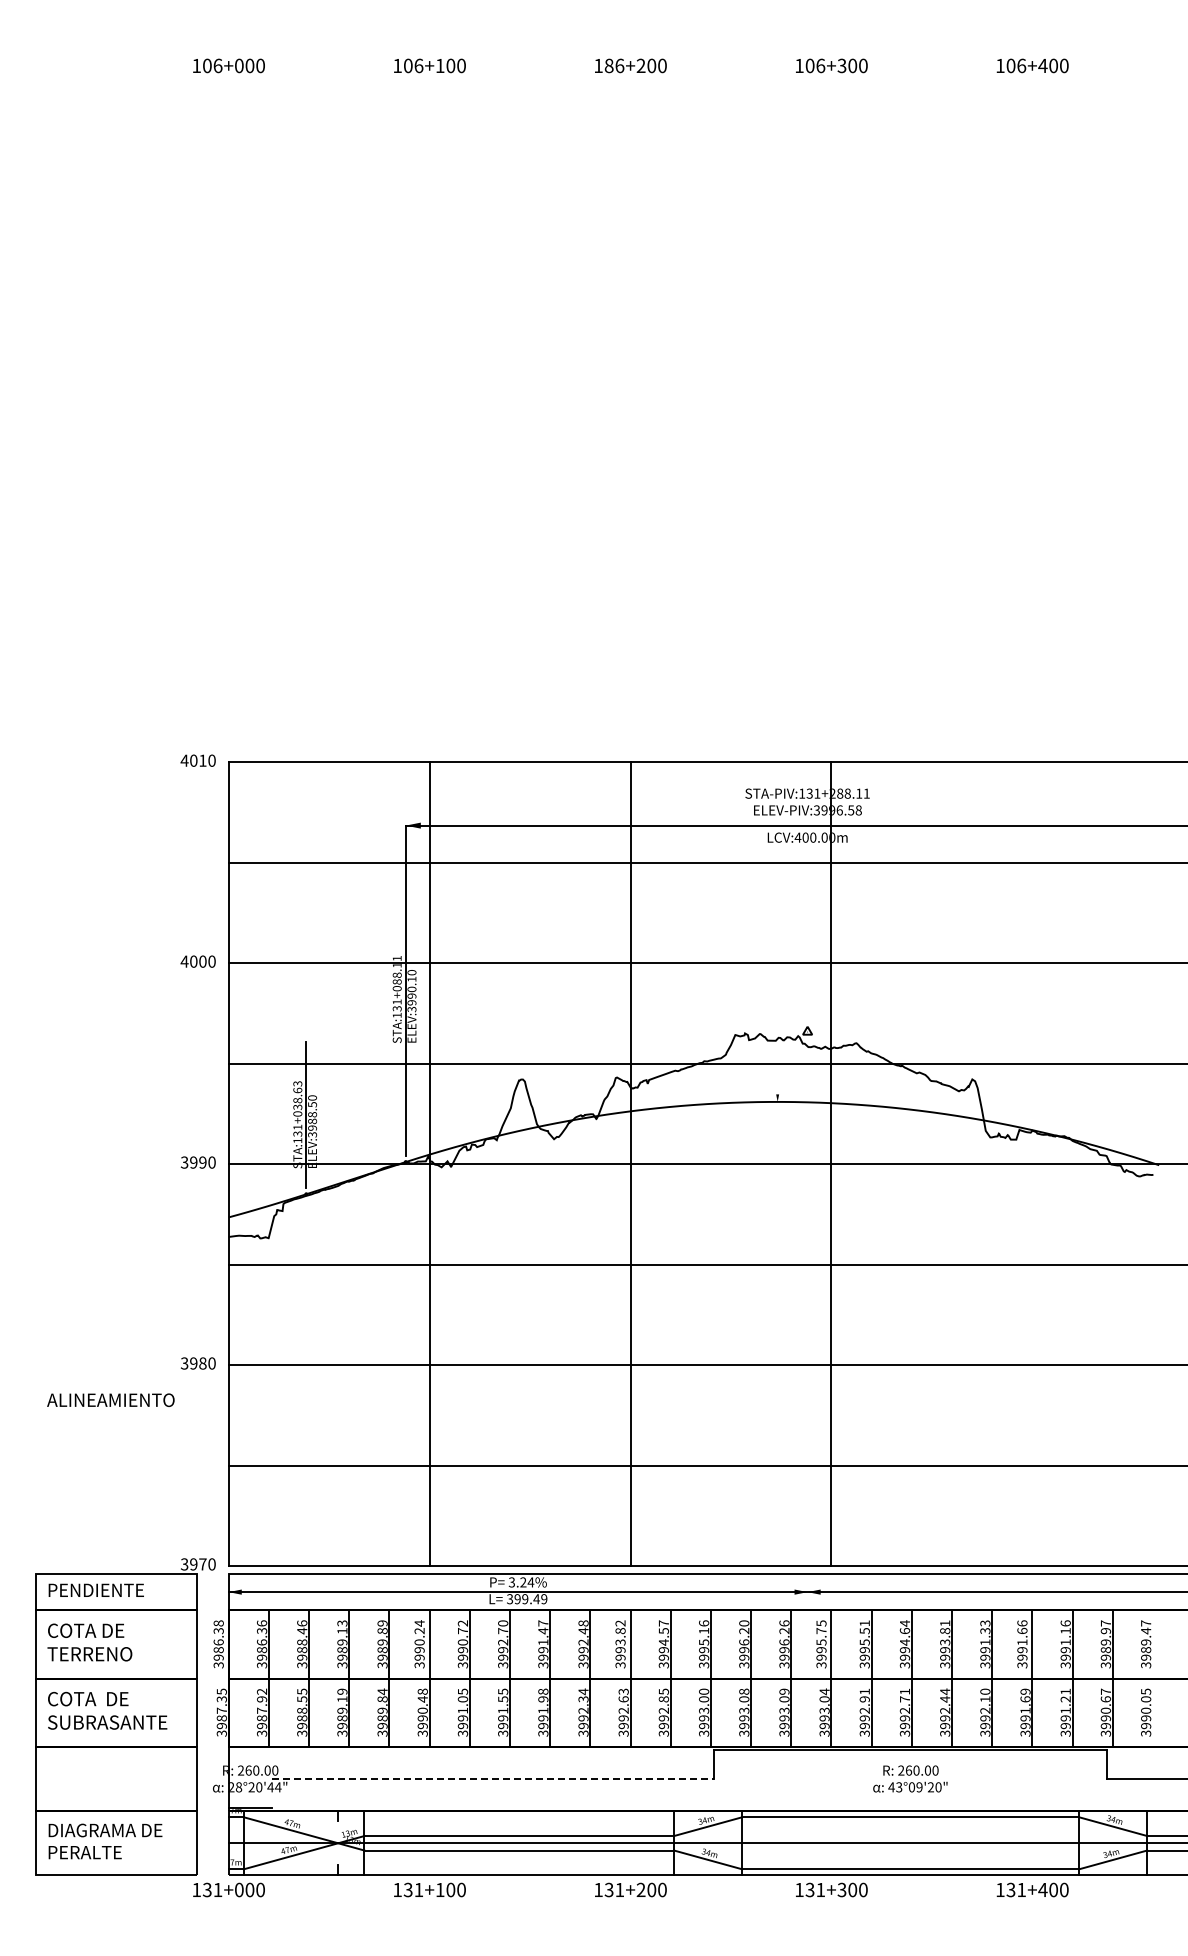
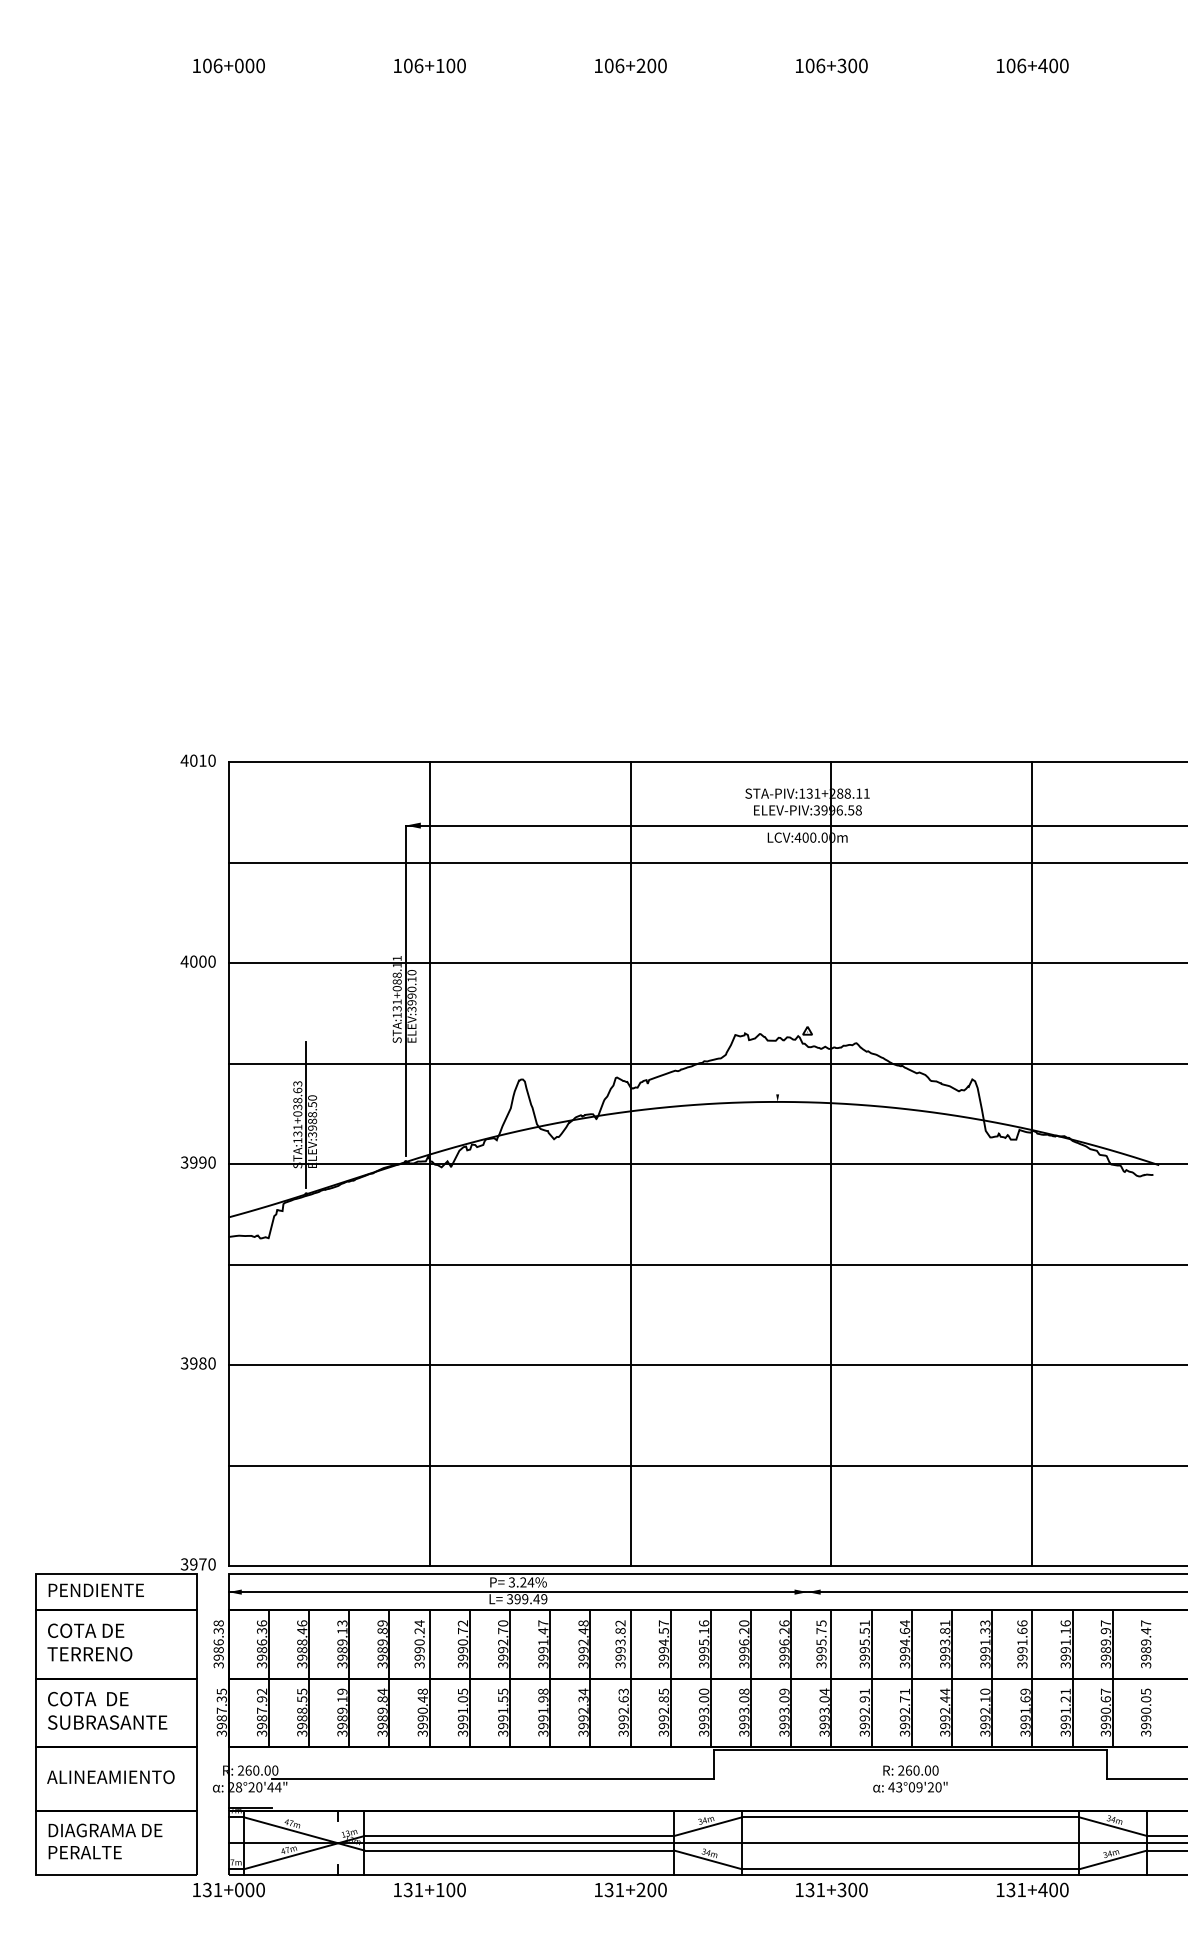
text at (608, 65): 186+200 -> 106+200
line at (1032, 1164): none -> present
text at (110, 1399) position: (110, 1399) -> (110, 1776)
line at (493, 1778): dashed -> solid
